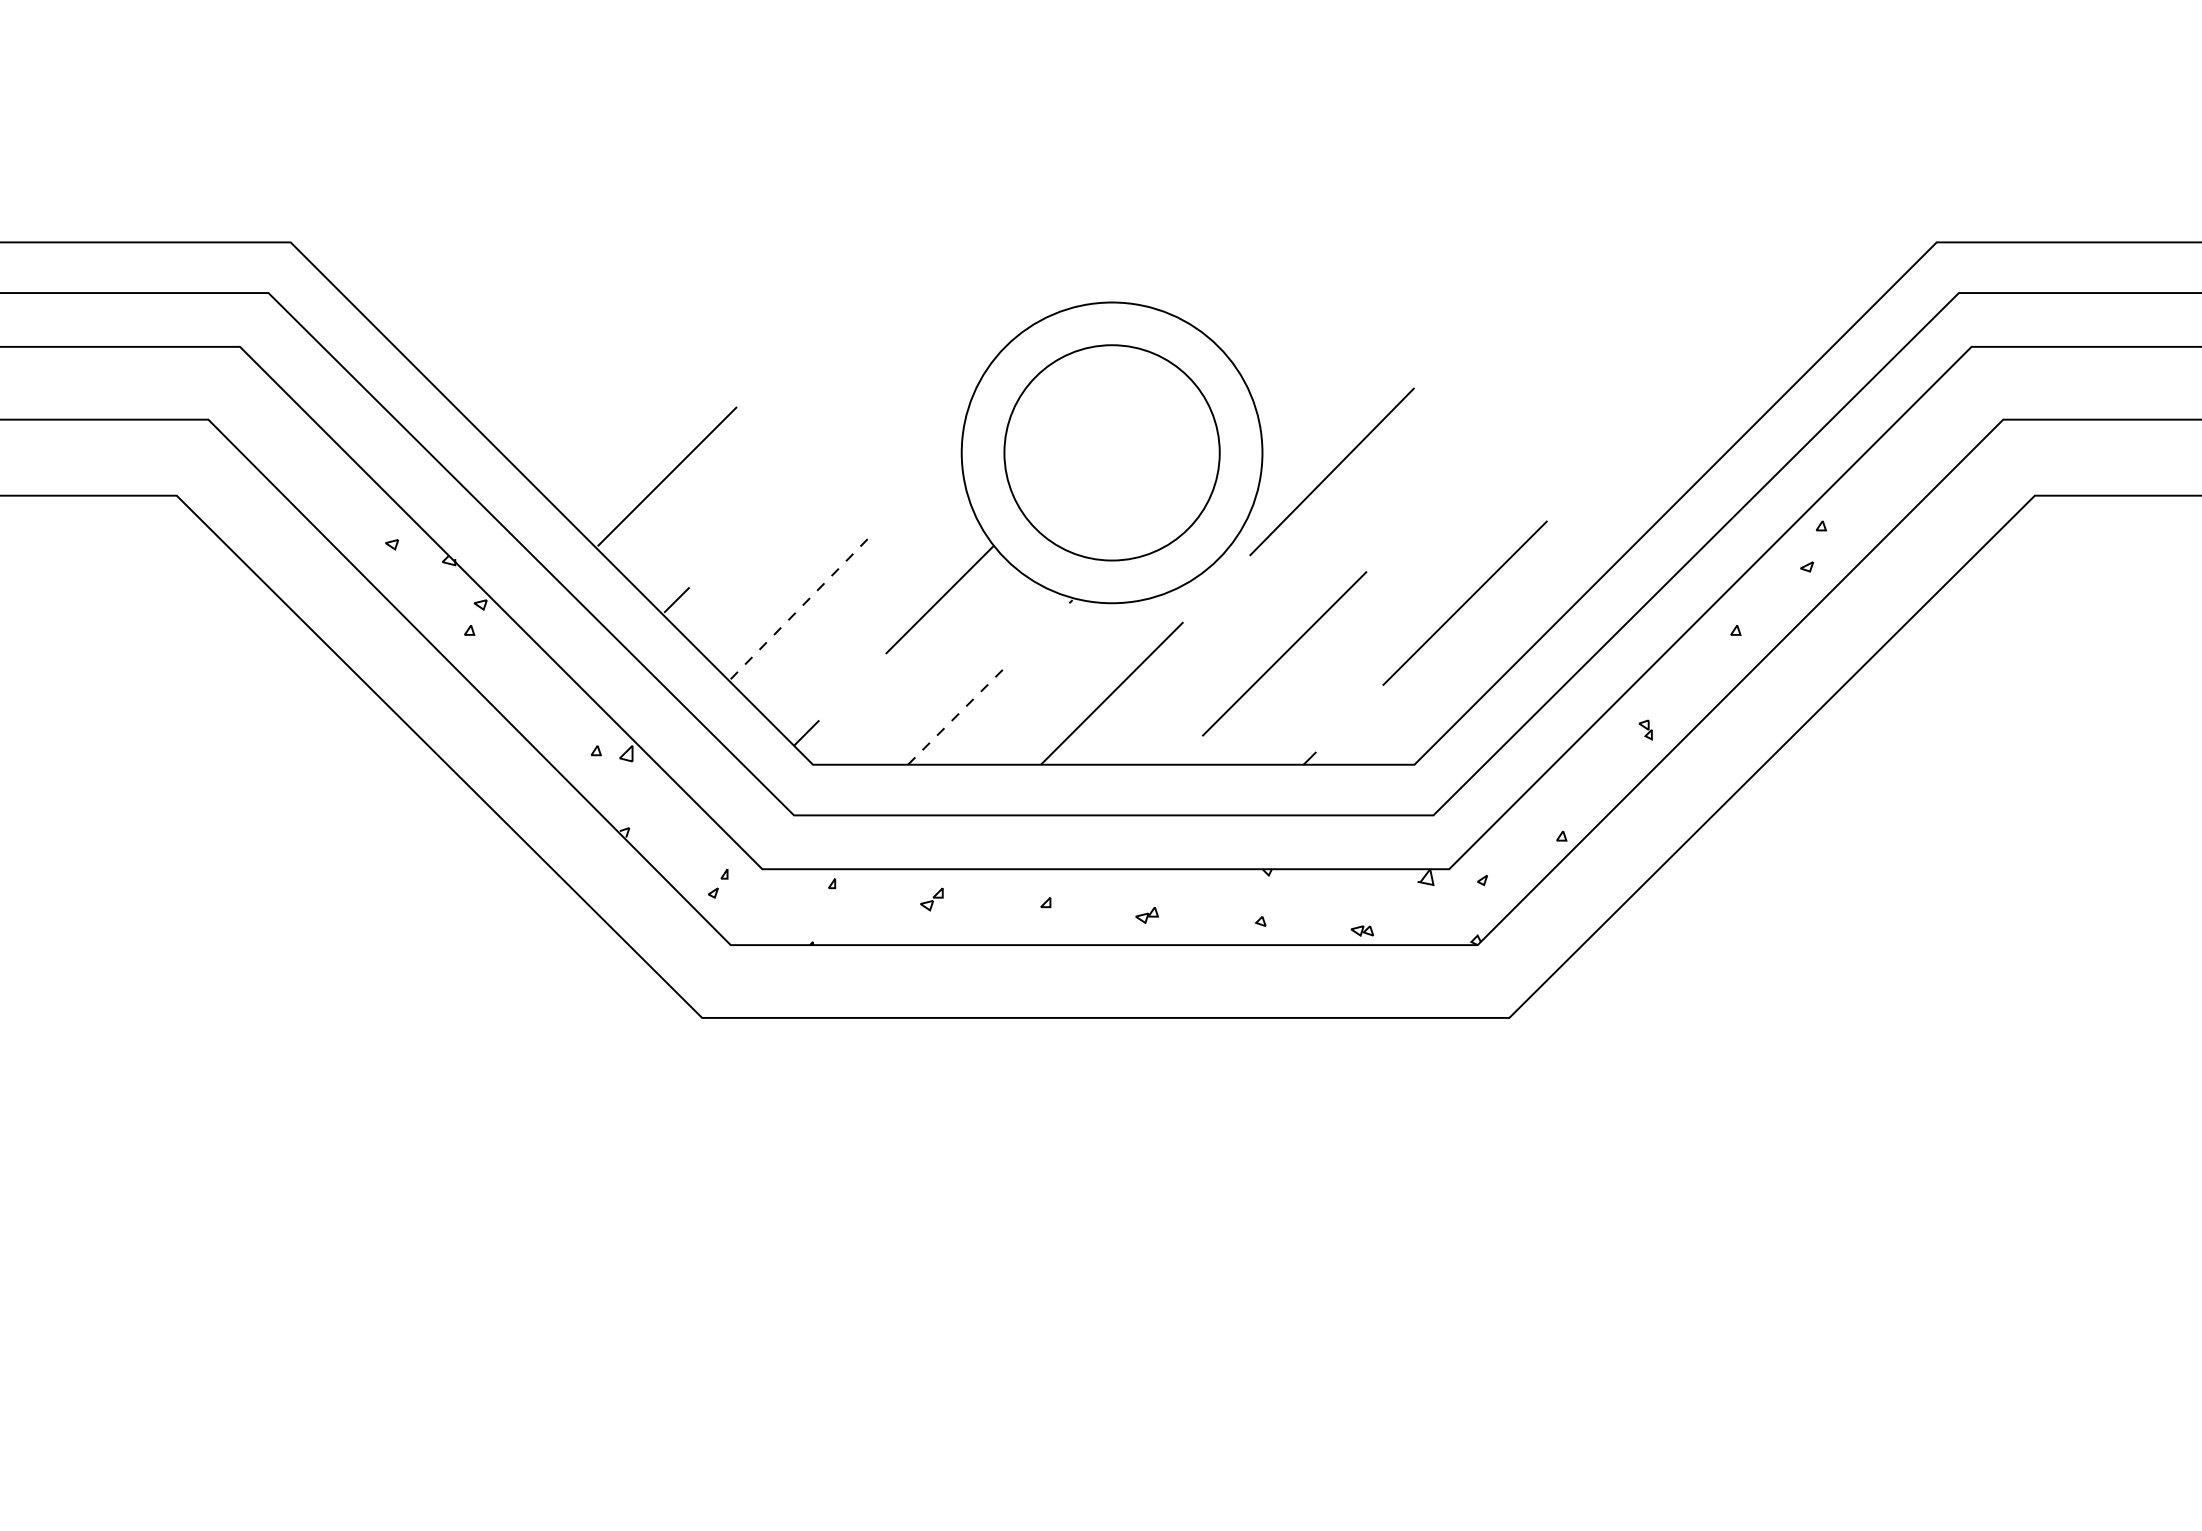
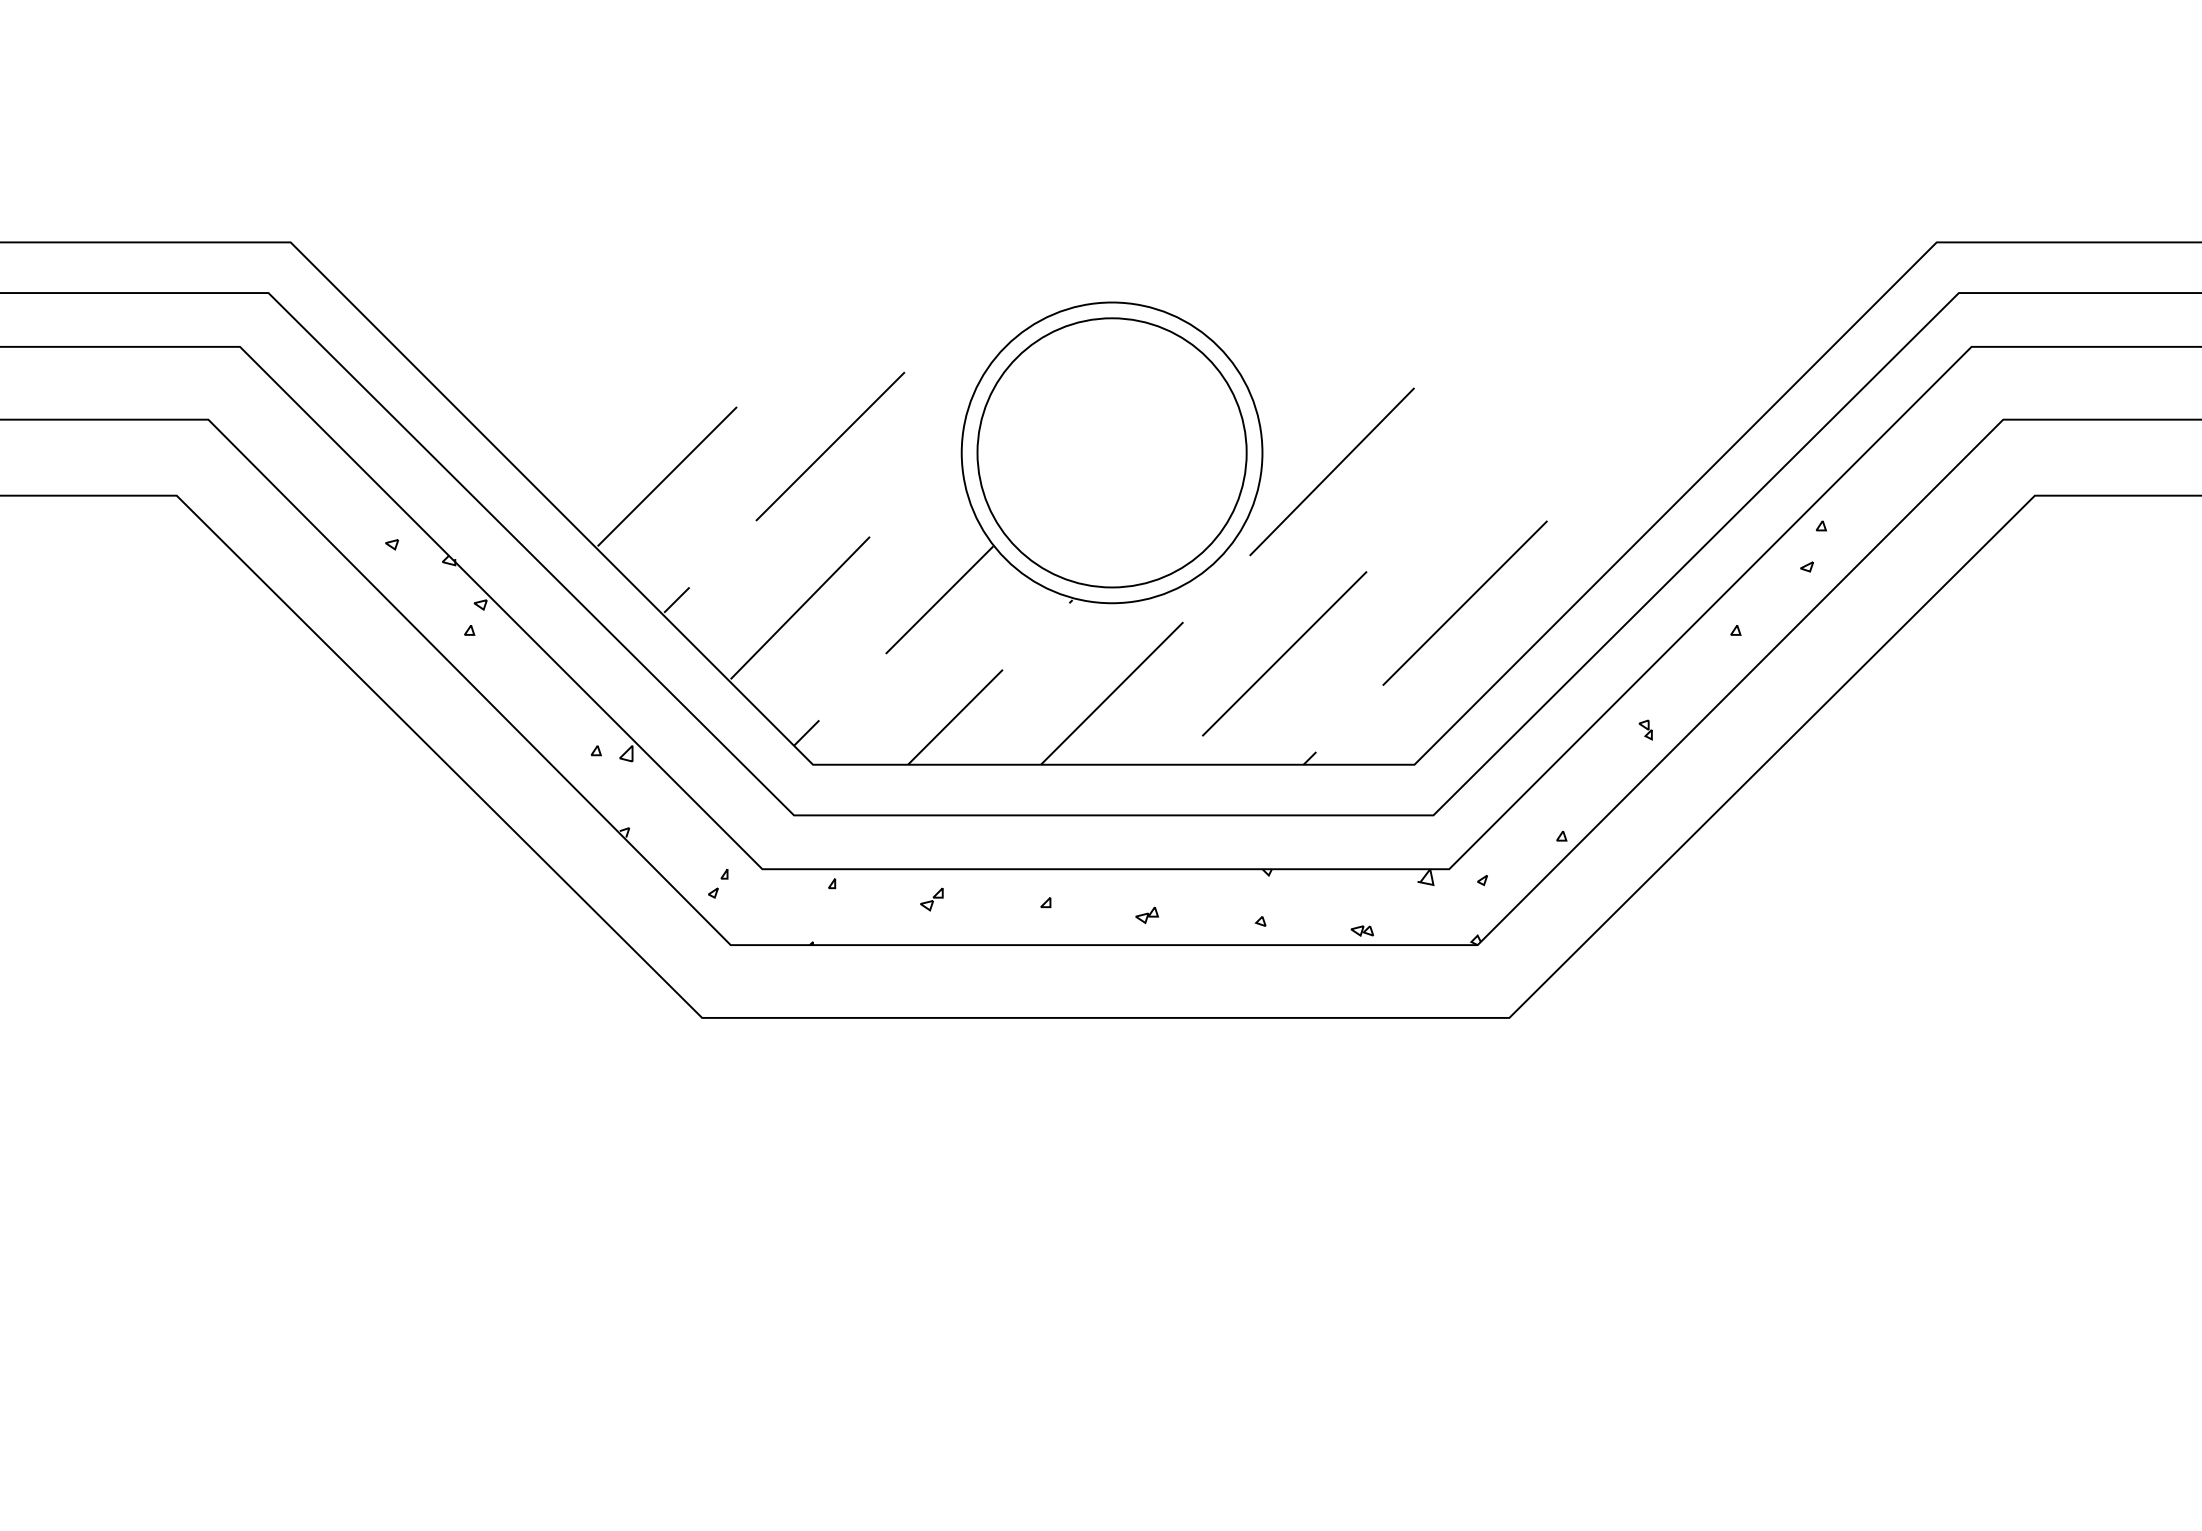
line at (830, 446): none -> present
circle at (1111, 452) diameter: 215 px -> 269 px
line at (800, 608): dashed -> solid
line at (955, 716): dashed -> solid
